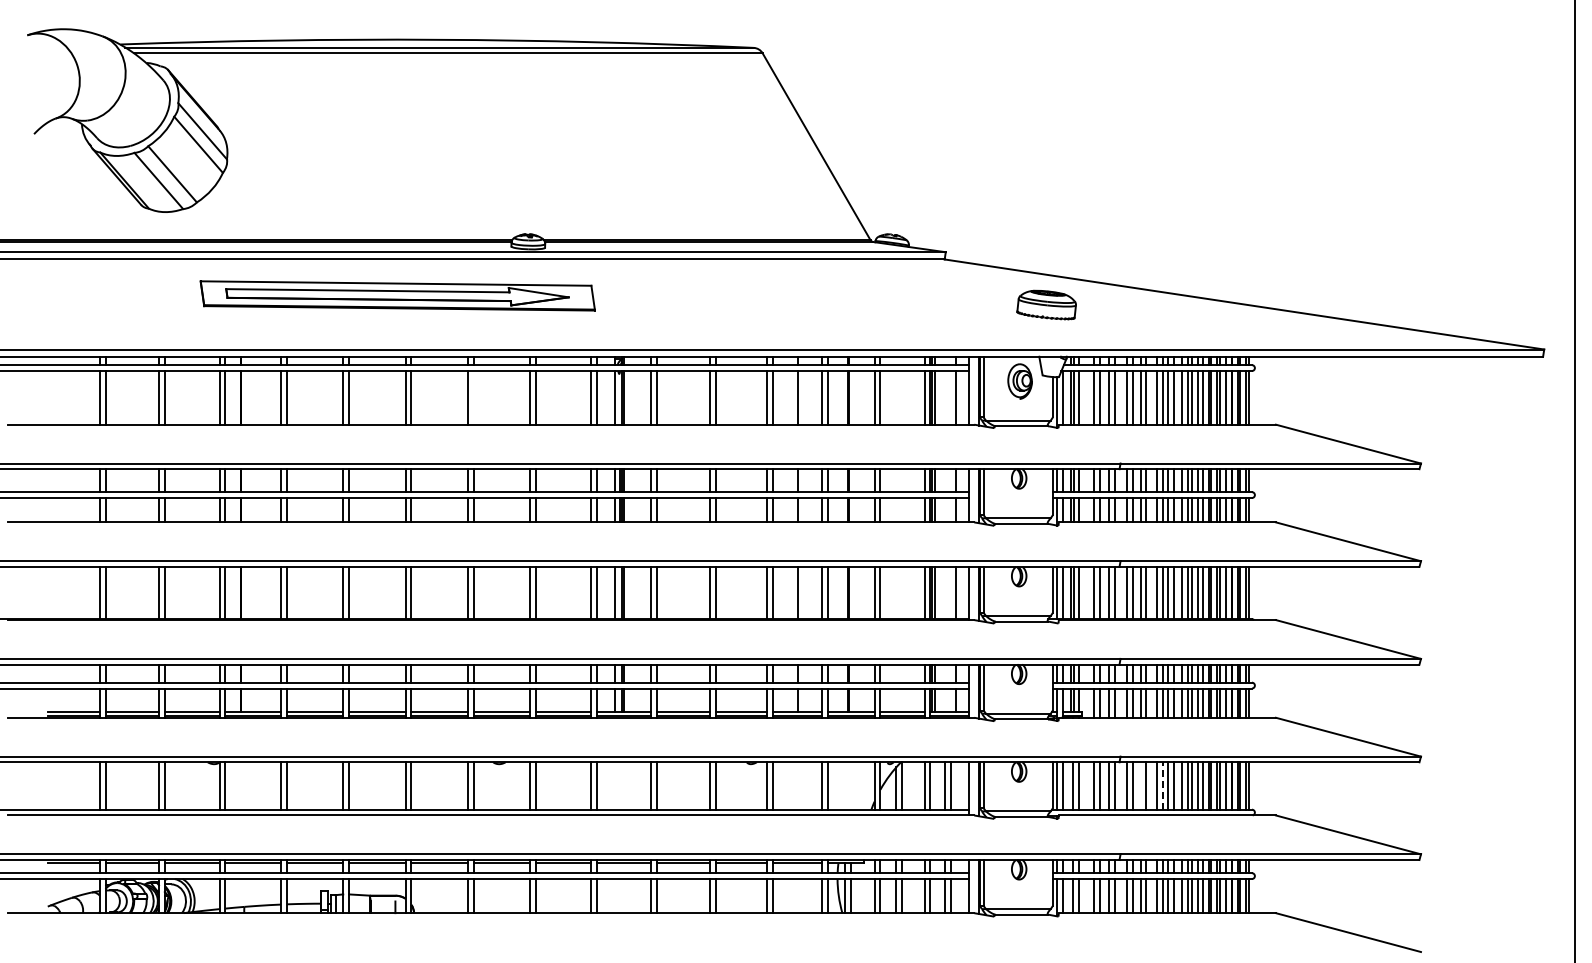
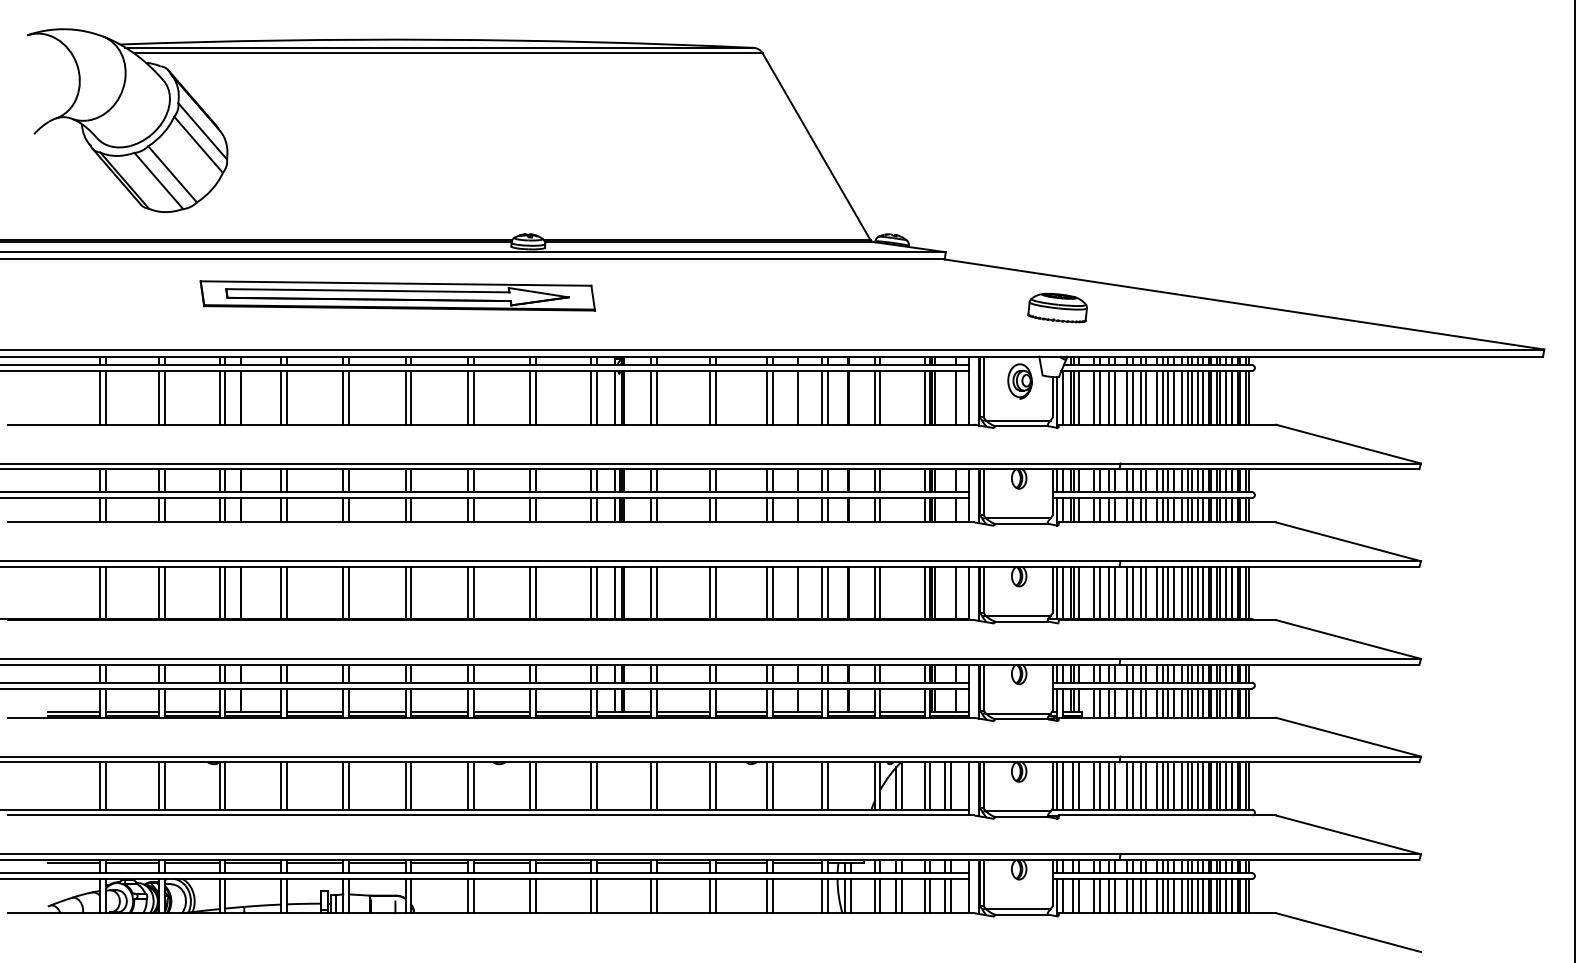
part at (1046, 304) position: (1046, 304) -> (1057, 307)
line at (473, 397): none -> present
line at (1140, 785): none -> present
line at (1162, 785): dashed -> solid
